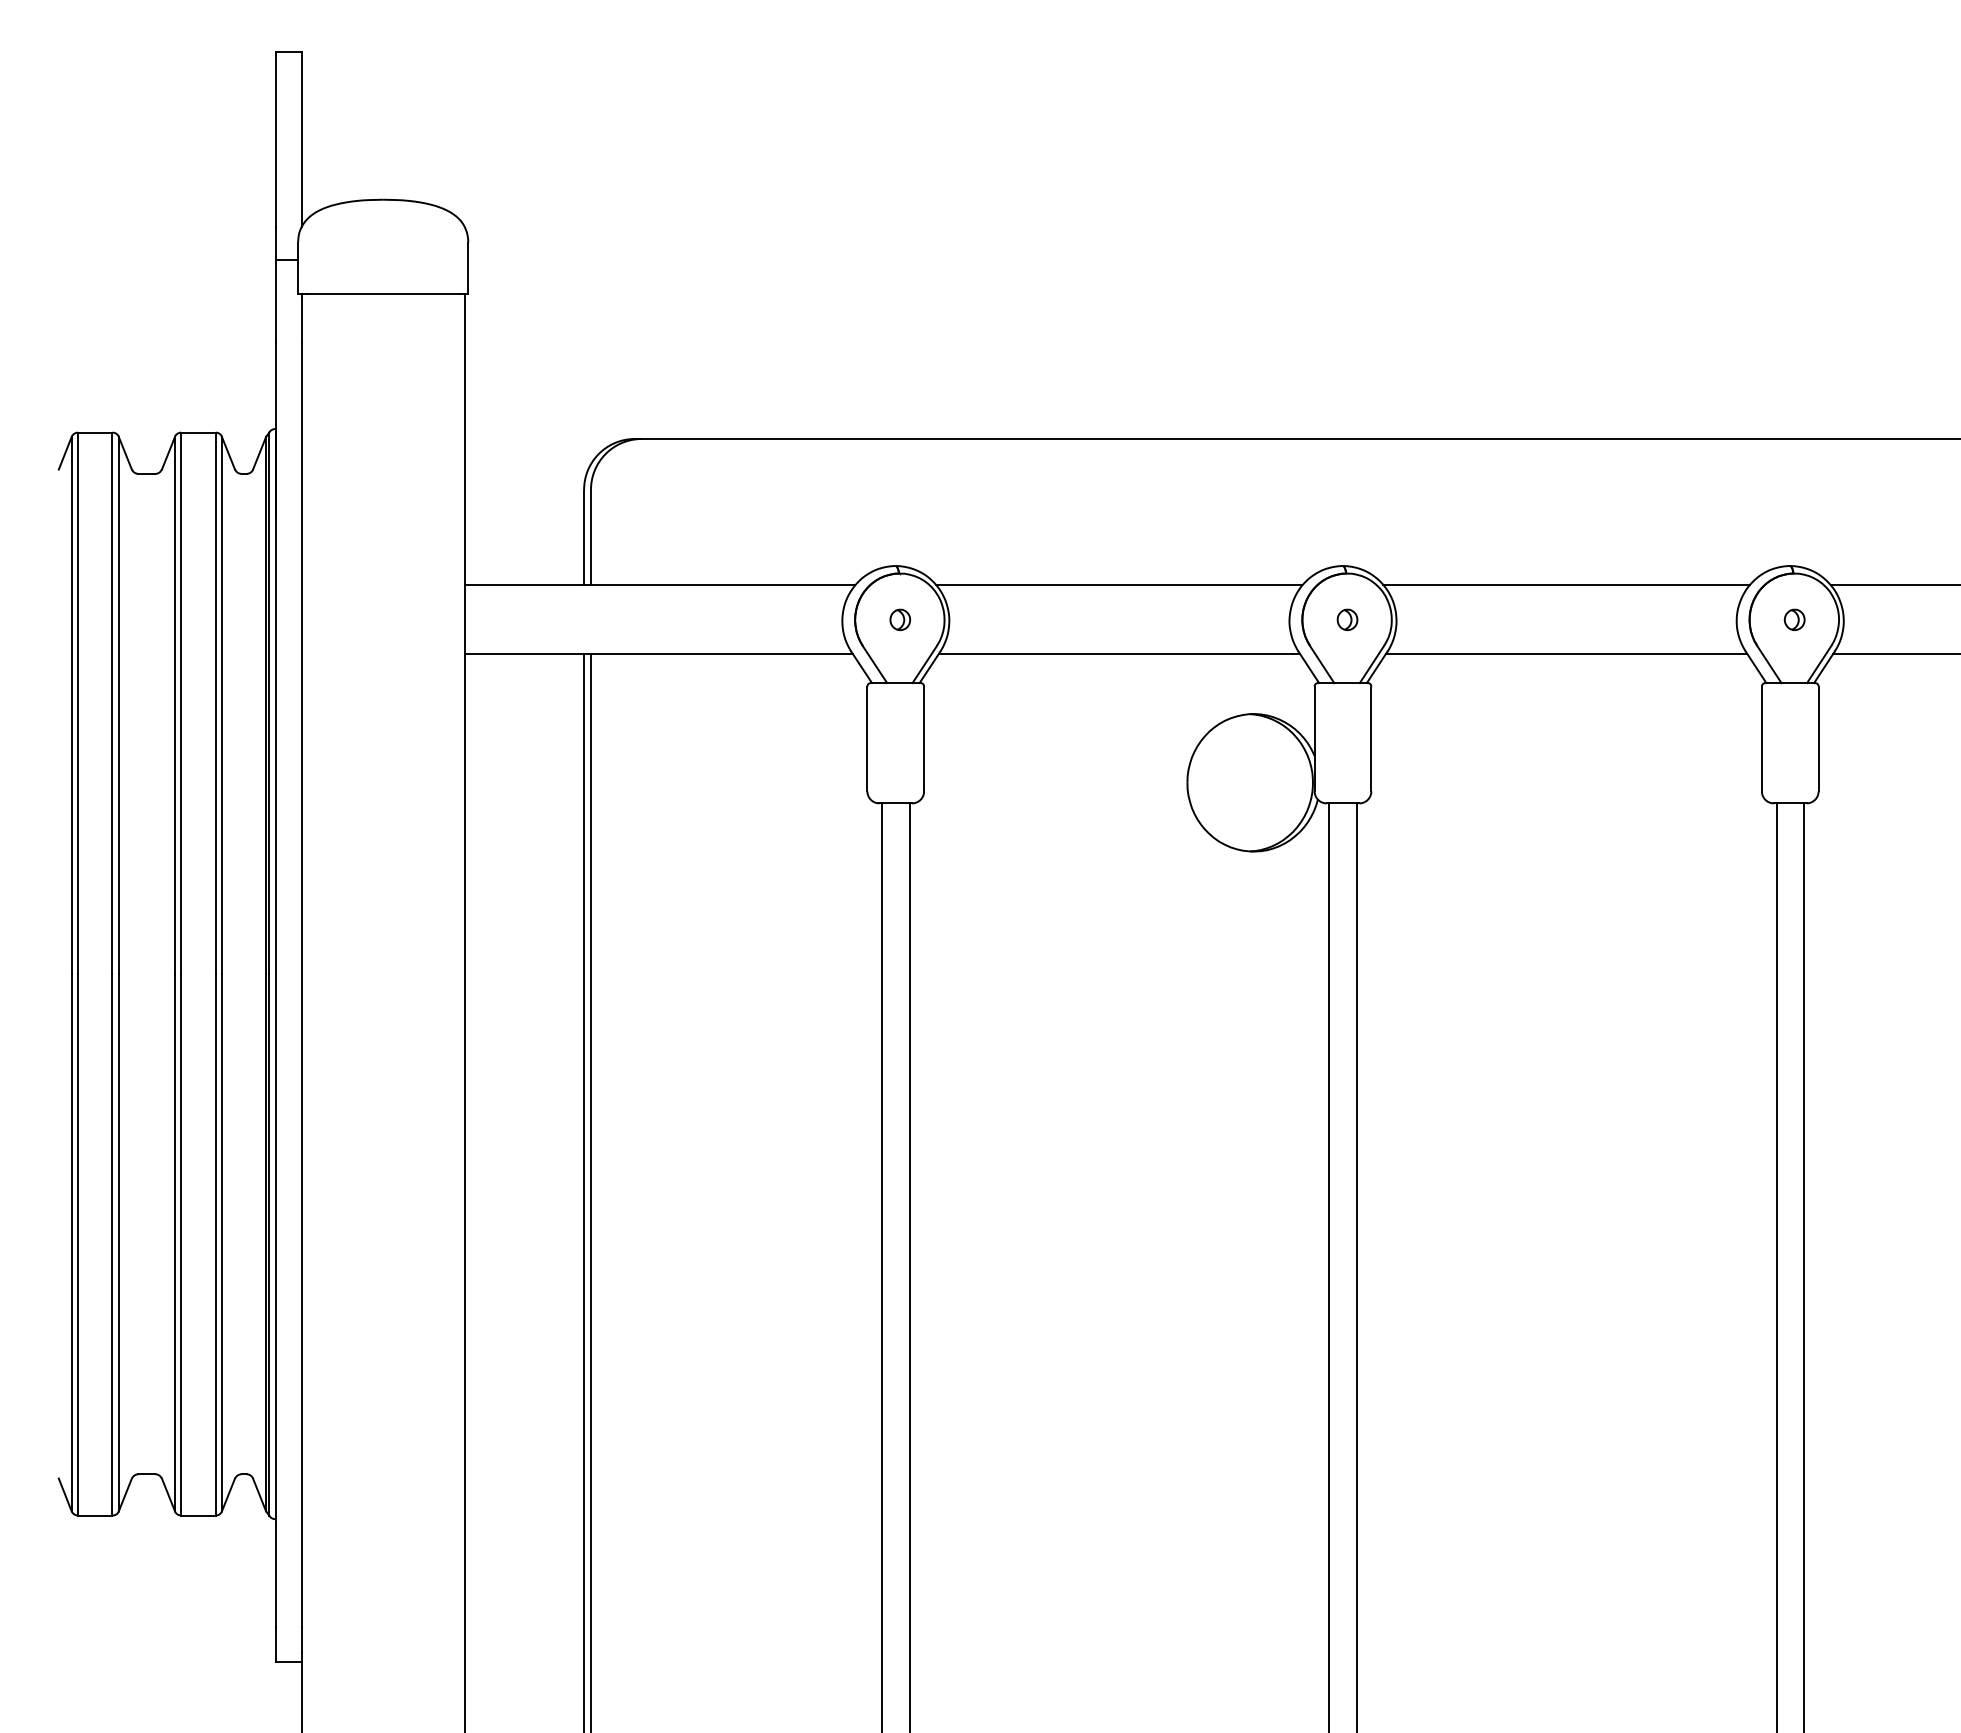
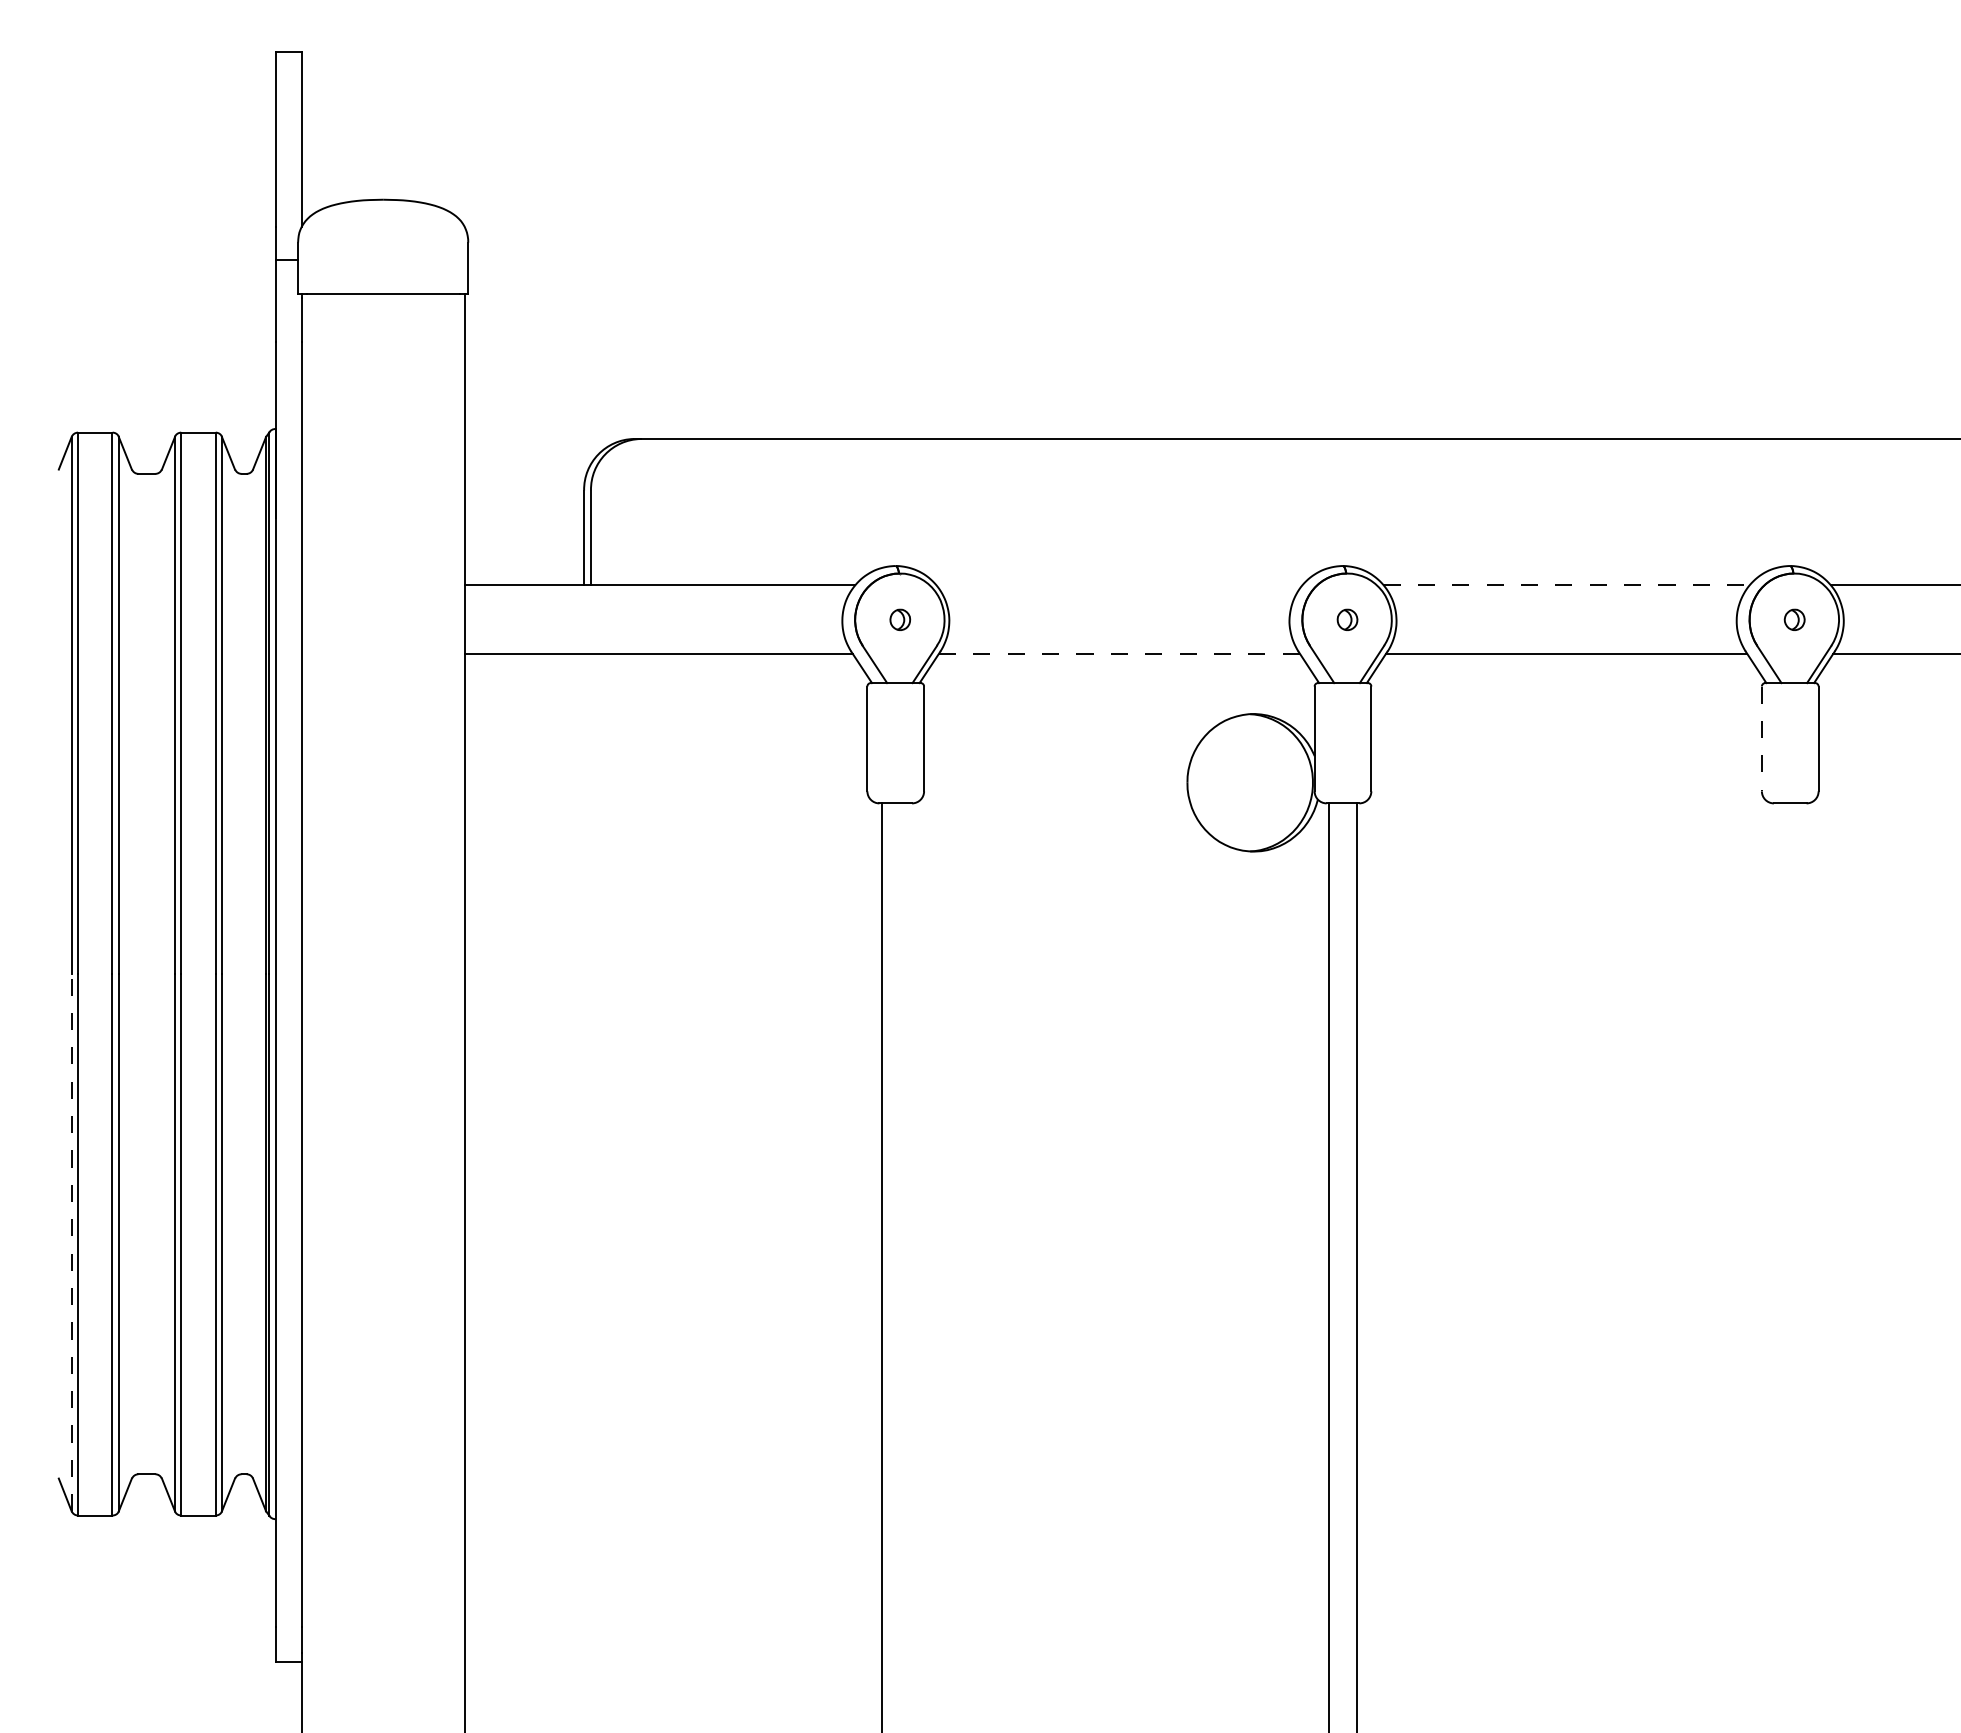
line at (1119, 585): present -> none
line at (1567, 585): solid -> dashed
line at (1119, 653): solid -> dashed
line at (1761, 739): solid -> dashed
line at (584, 1191): present -> none
line at (591, 1191): present -> none
line at (71, 1242): solid -> dashed
line at (909, 1266): present -> none
line at (1776, 1266): present -> none
line at (1804, 1266): present -> none
